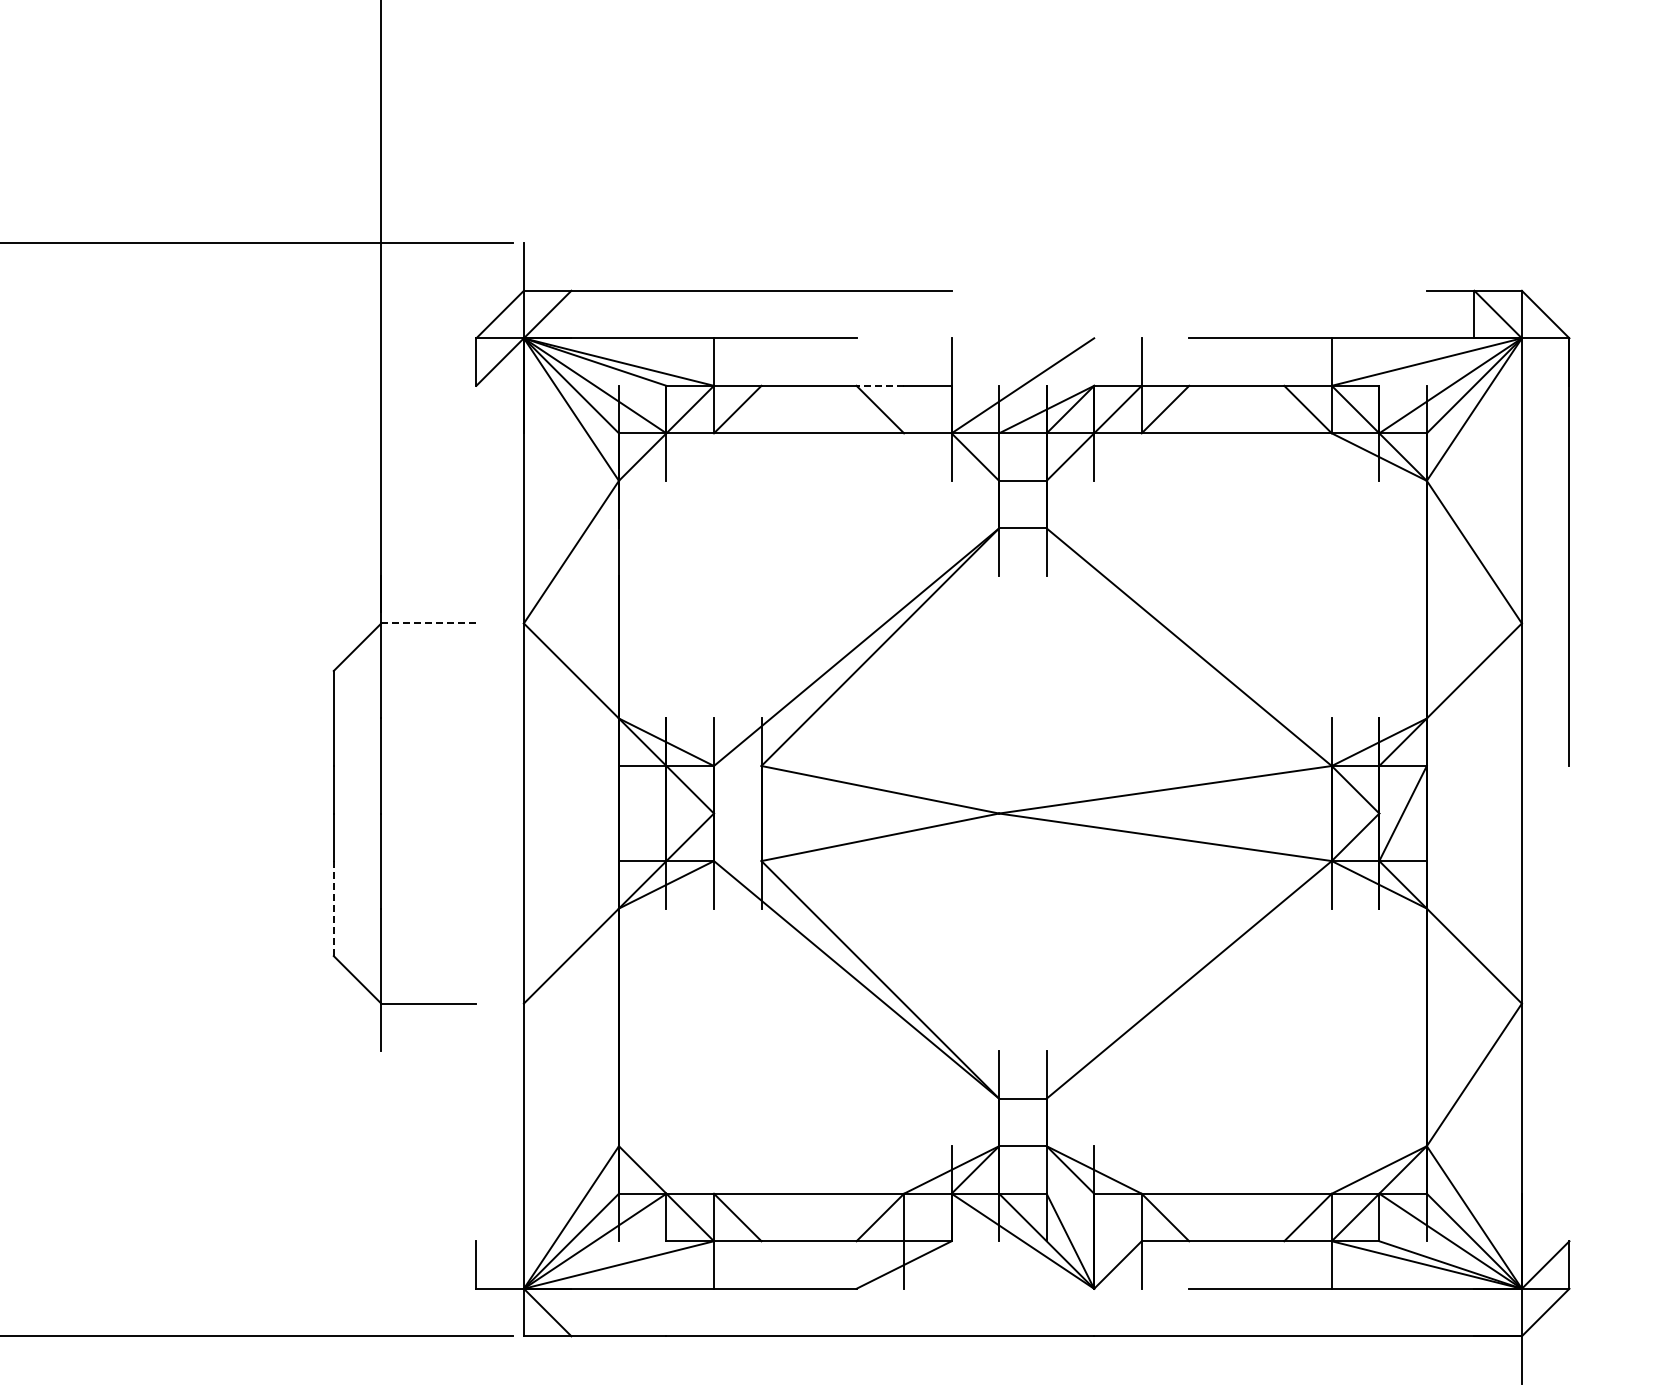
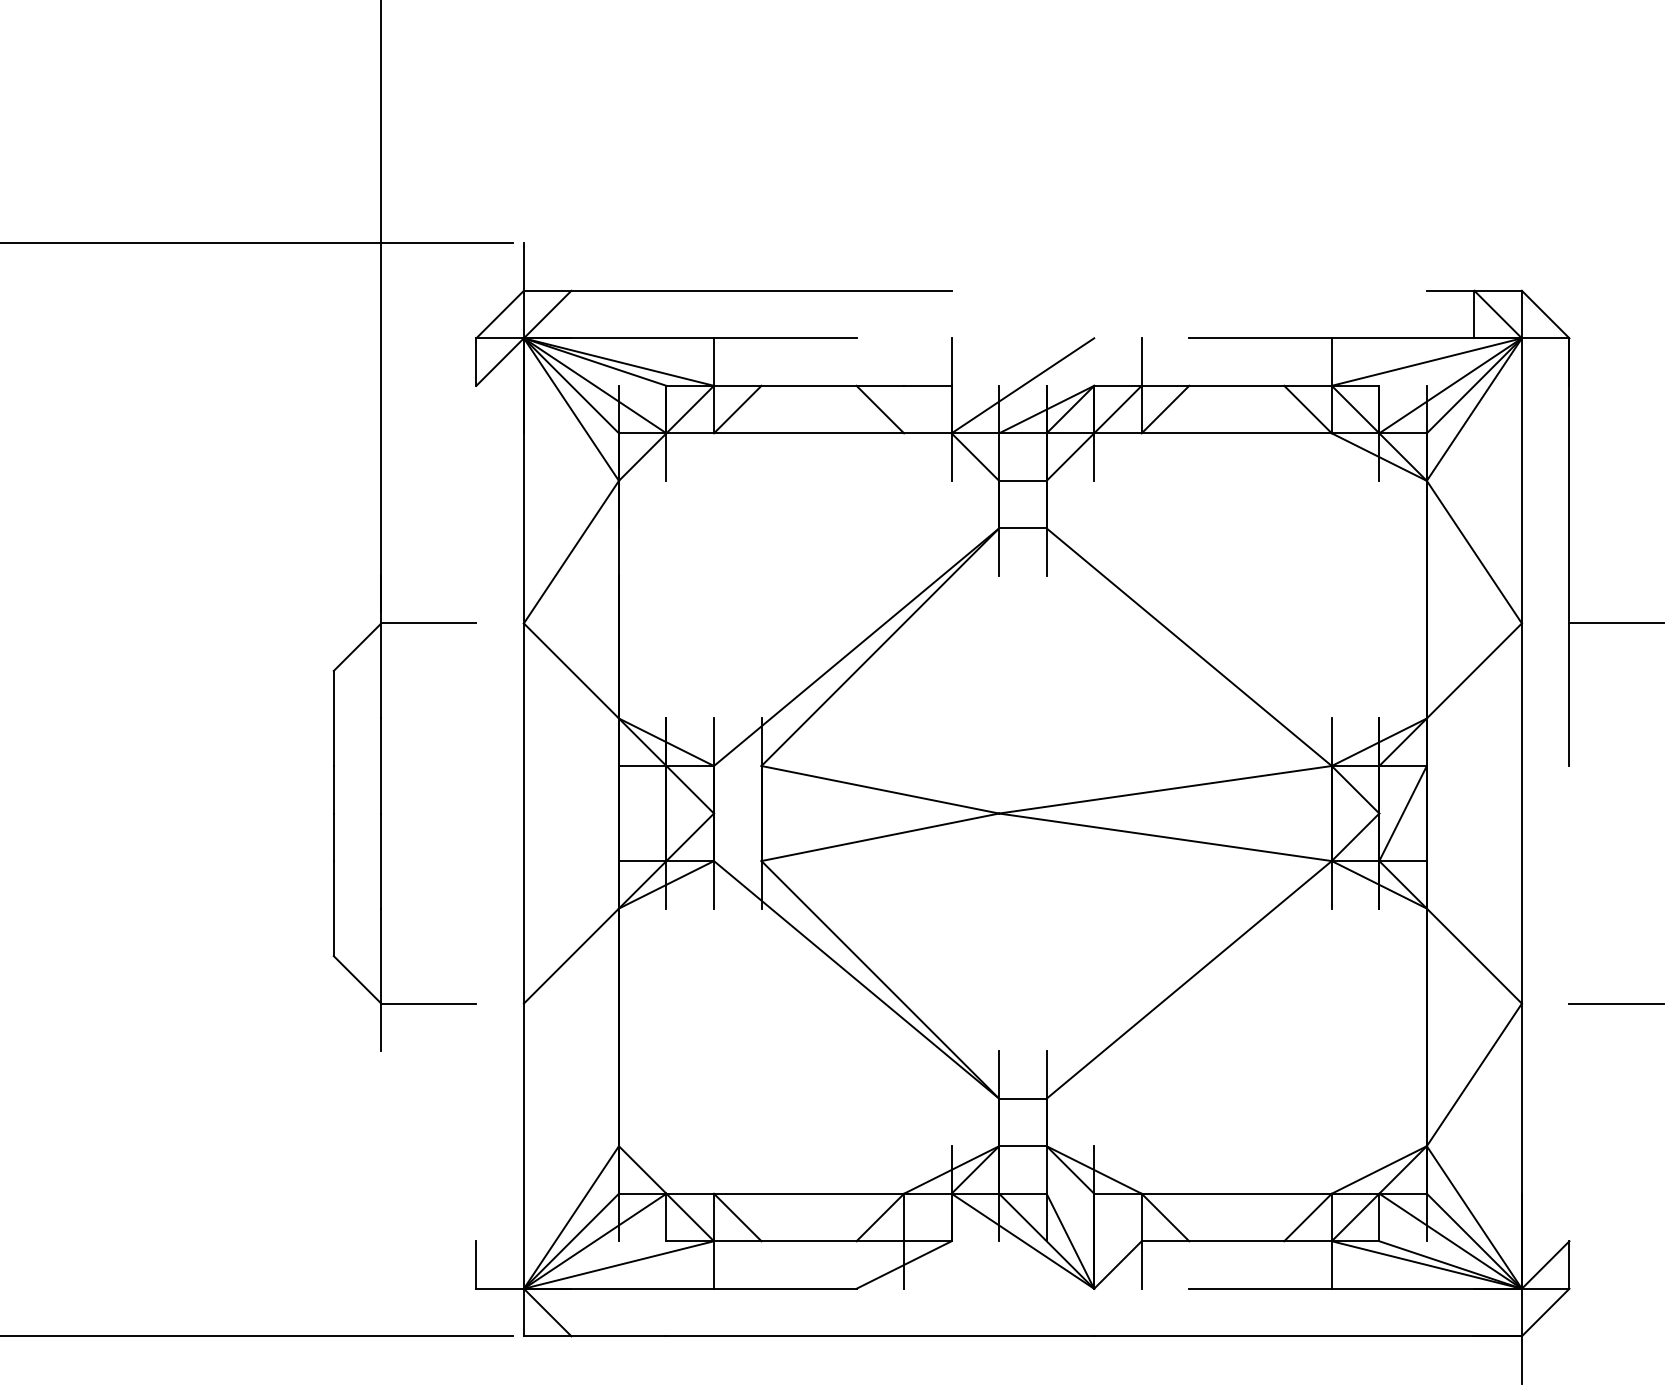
line at (880, 385): dashed -> solid
line at (428, 623): dashed -> solid
line at (1616, 623): none -> present
line at (333, 908): dashed -> solid
line at (1616, 1003): none -> present
